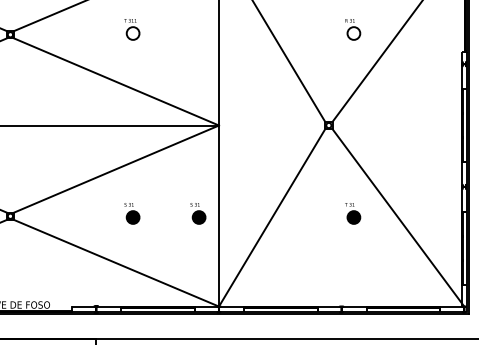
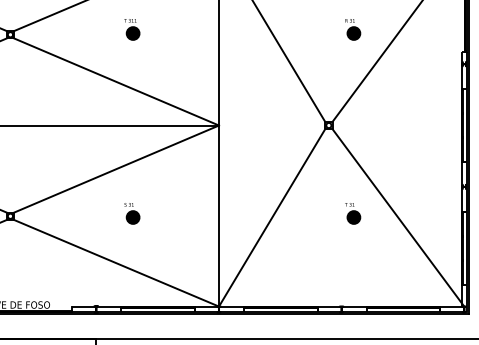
fill at (132, 33): none -> present
fill at (353, 33): none -> present
part at (198, 213): present -> none
